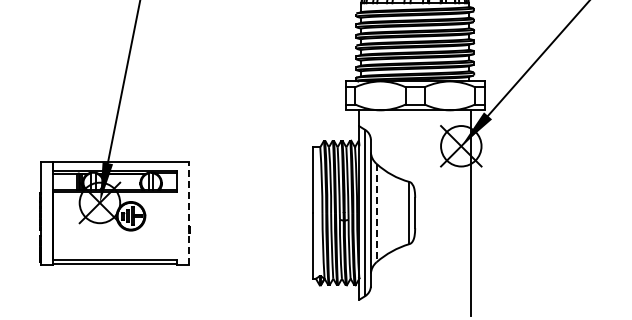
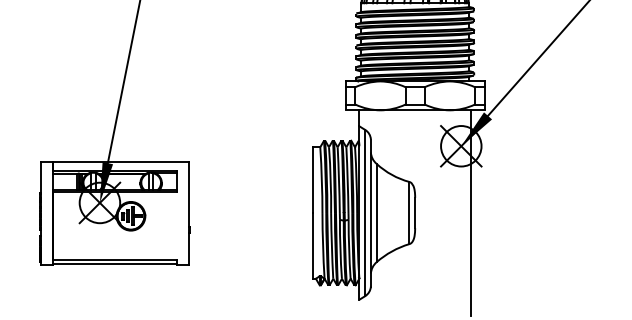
line at (188, 212): dashed -> solid
line at (376, 213): dashed -> solid
